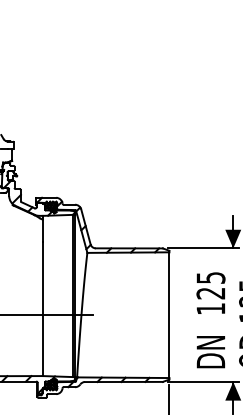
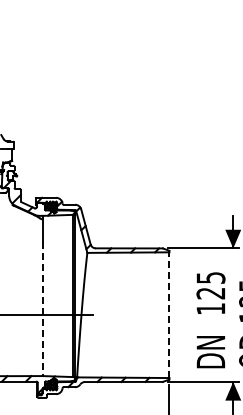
line at (42, 309): solid -> dashed
line at (169, 315): solid -> dashed
